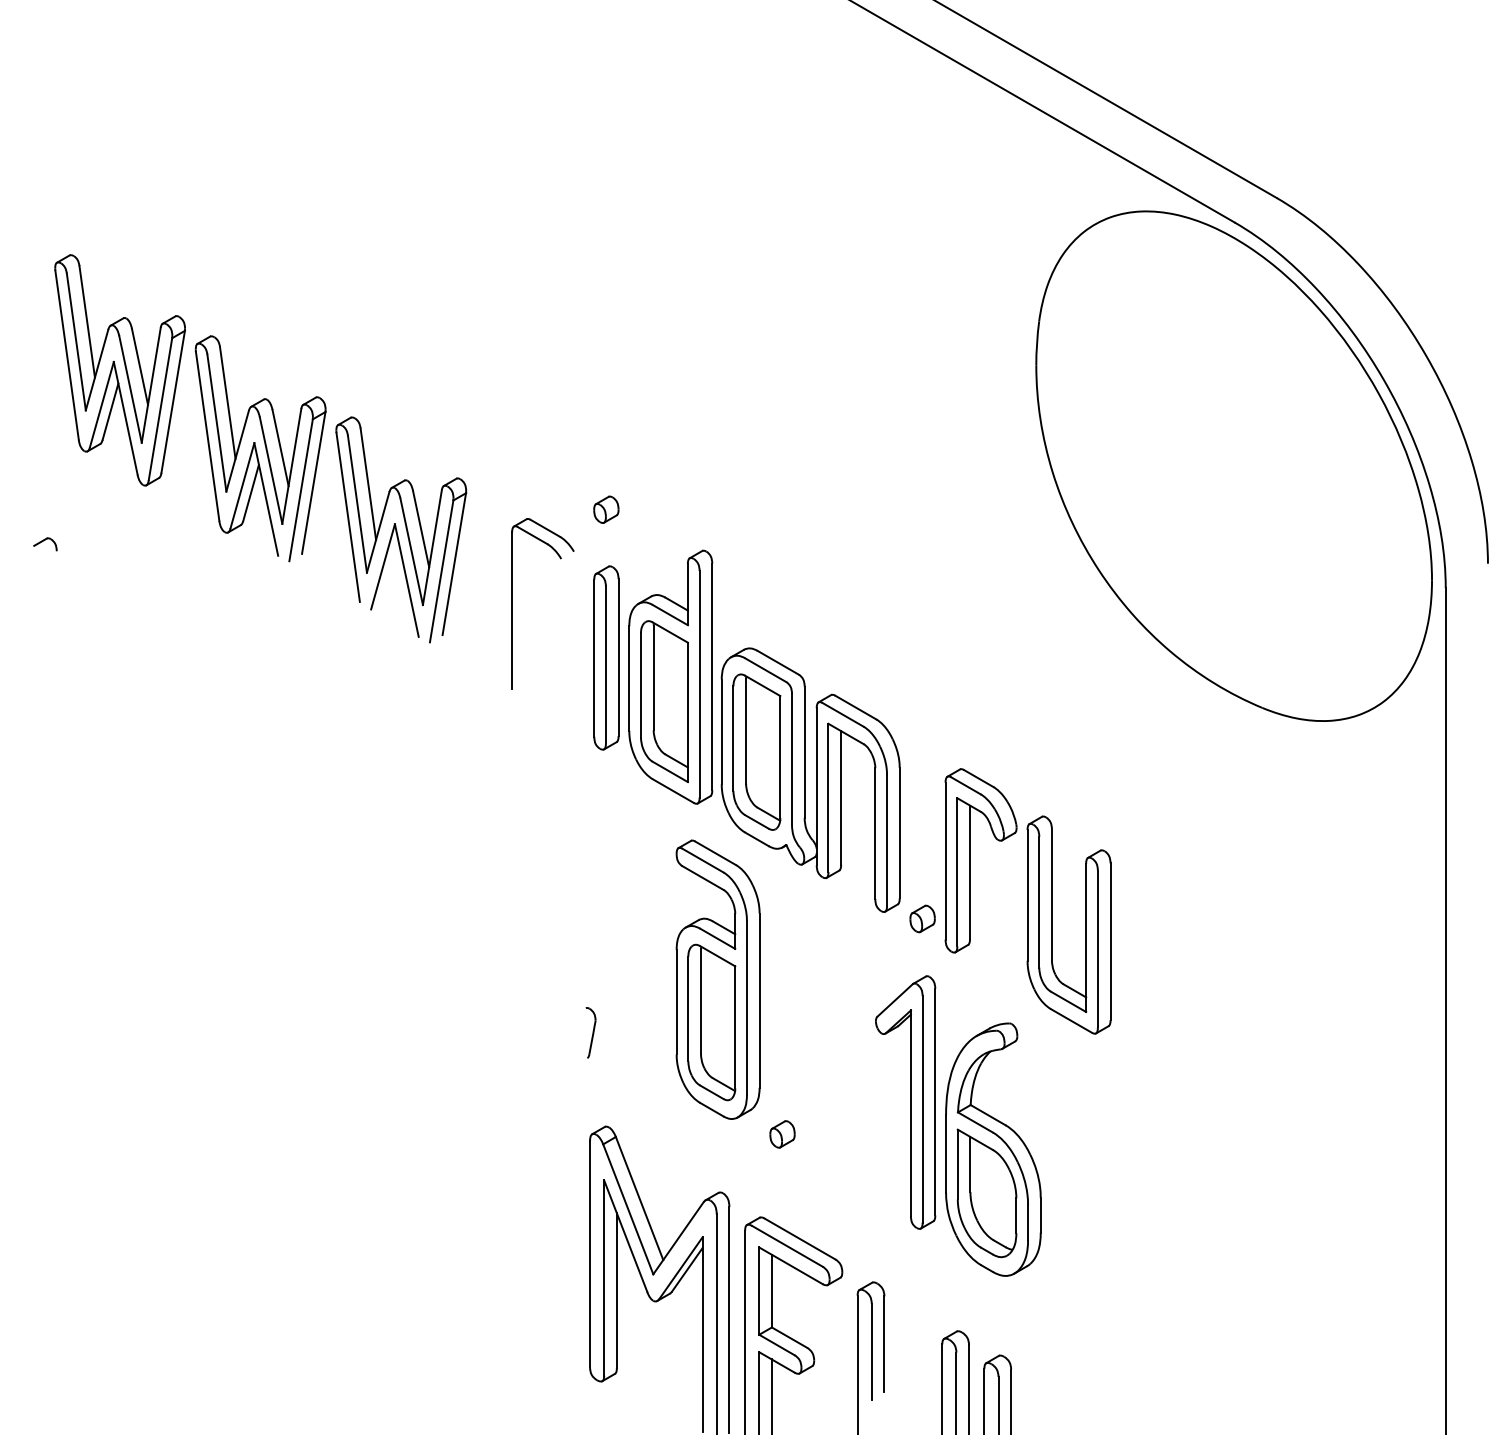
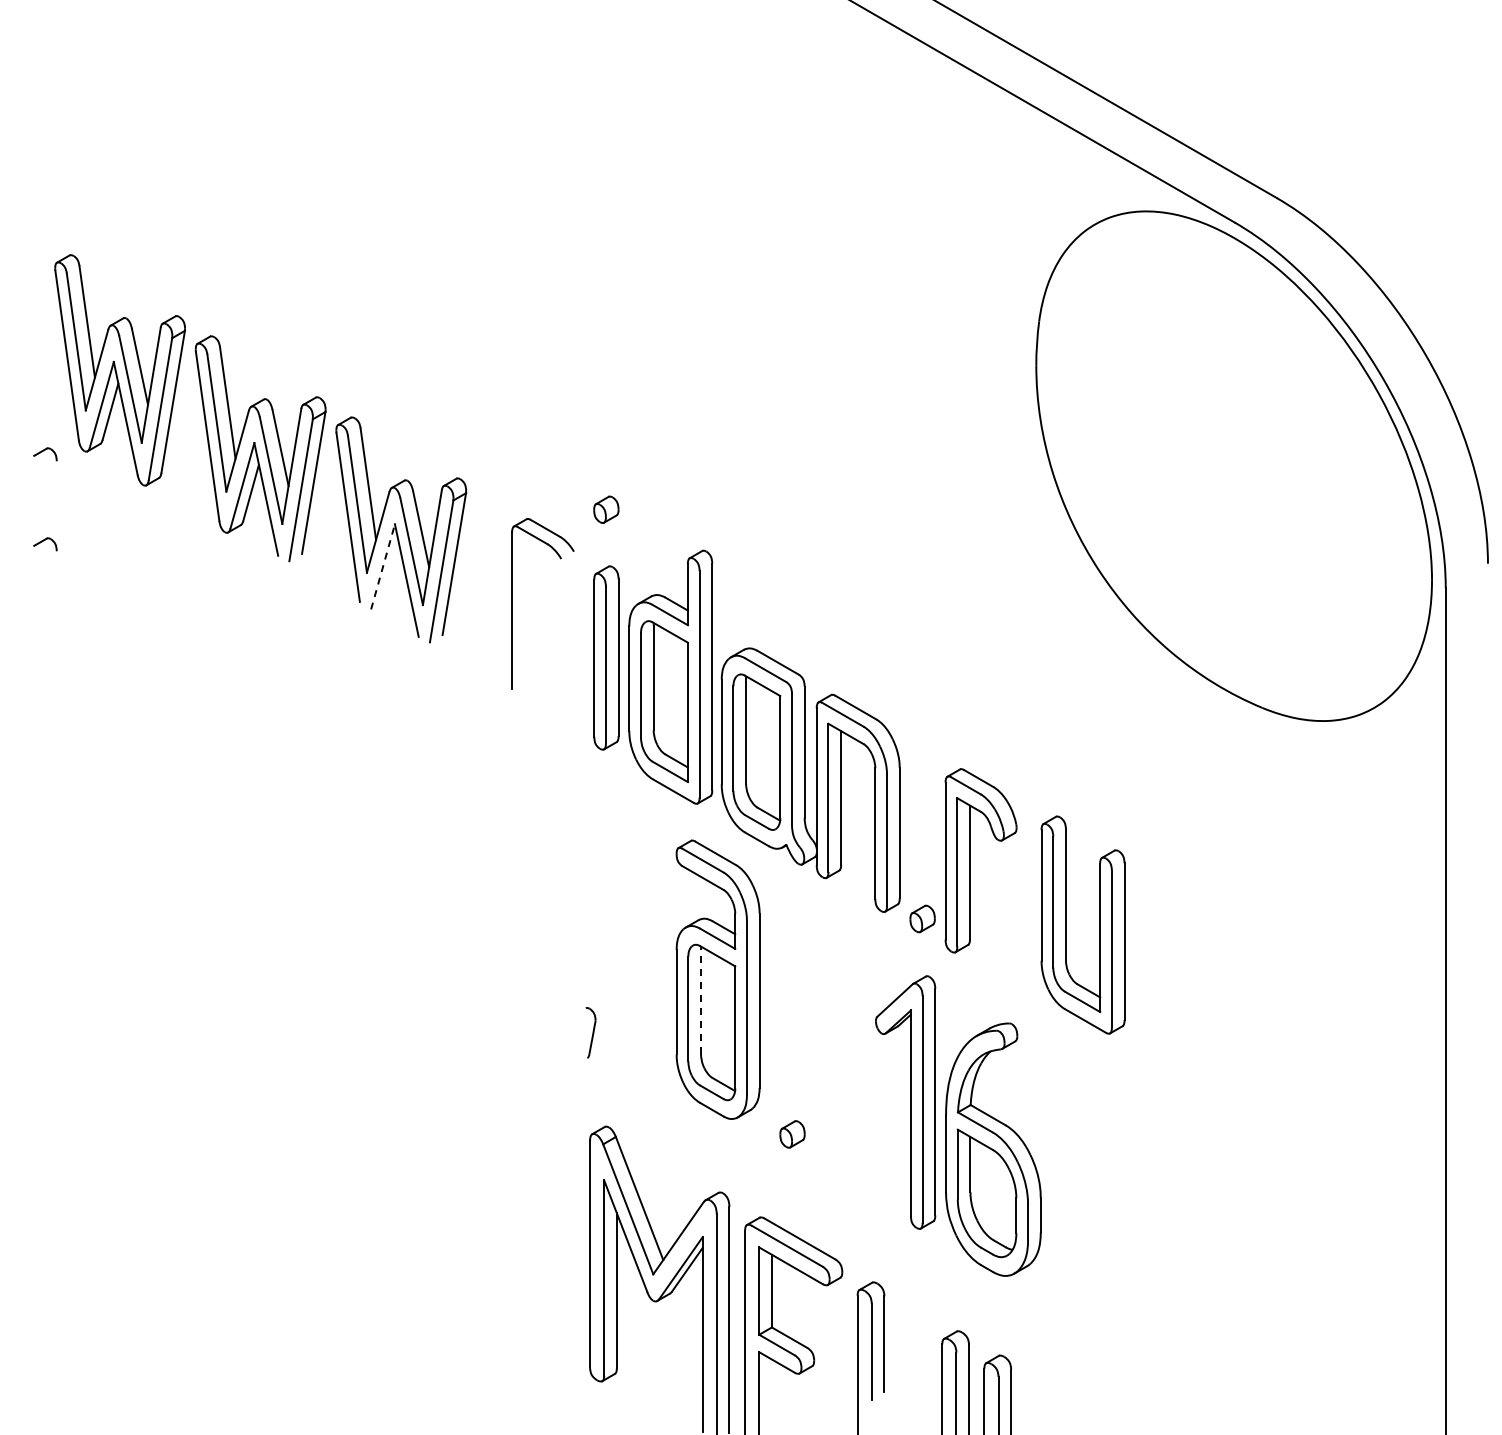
part at (45, 454): none -> present
line at (383, 566): solid -> dashed
part at (1052, 924) position: (1052, 924) -> (1066, 924)
line at (701, 1001): solid -> dashed
part at (782, 1134) position: (782, 1134) -> (792, 1134)
line at (771, 1395): present -> none
